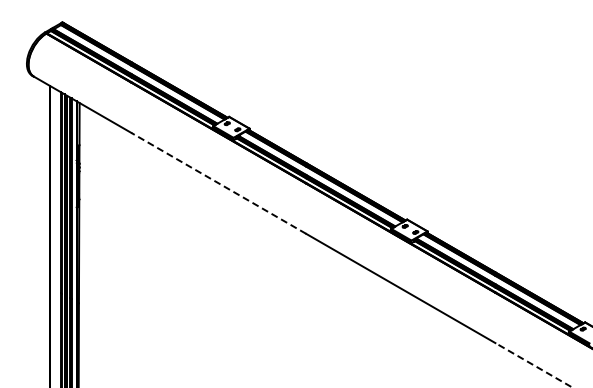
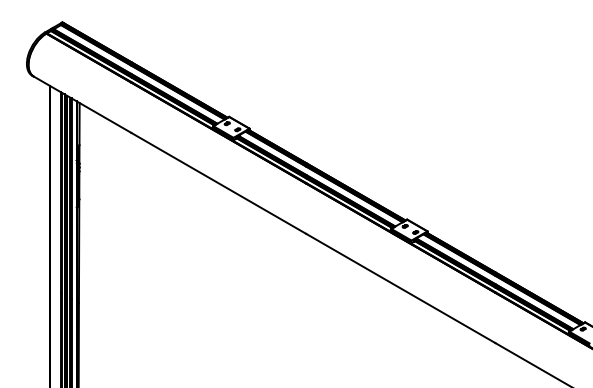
line at (218, 183): dashed -> solid
line at (534, 365): dashed -> solid
